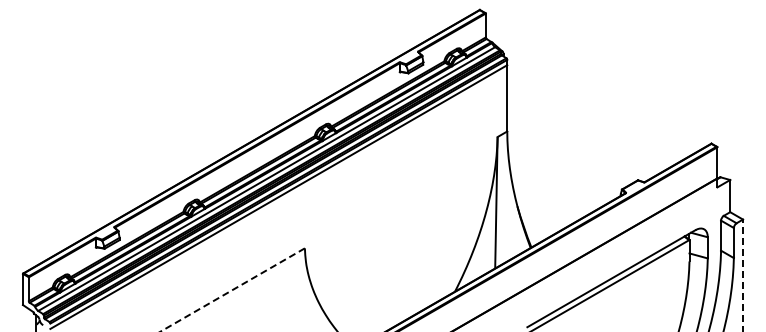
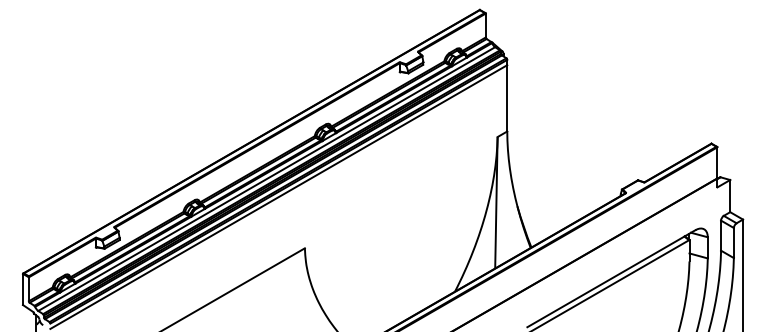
line at (743, 275): dashed -> solid
line at (232, 290): dashed -> solid
